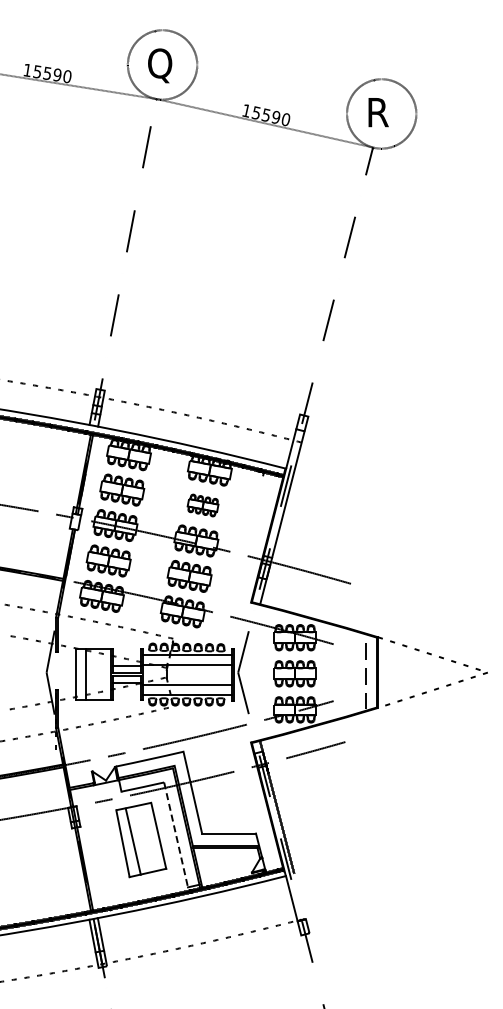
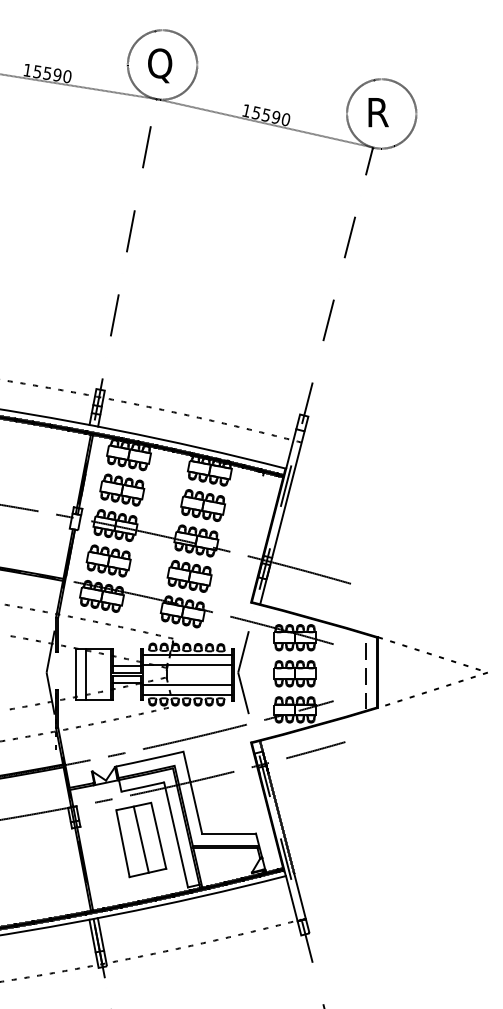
part at (202, 505) size: 34x25 px -> 46x33 px
line at (176, 834): dashed -> solid
line at (132, 841) position: (132, 841) -> (140, 839)
line at (299, 896): none -> present
